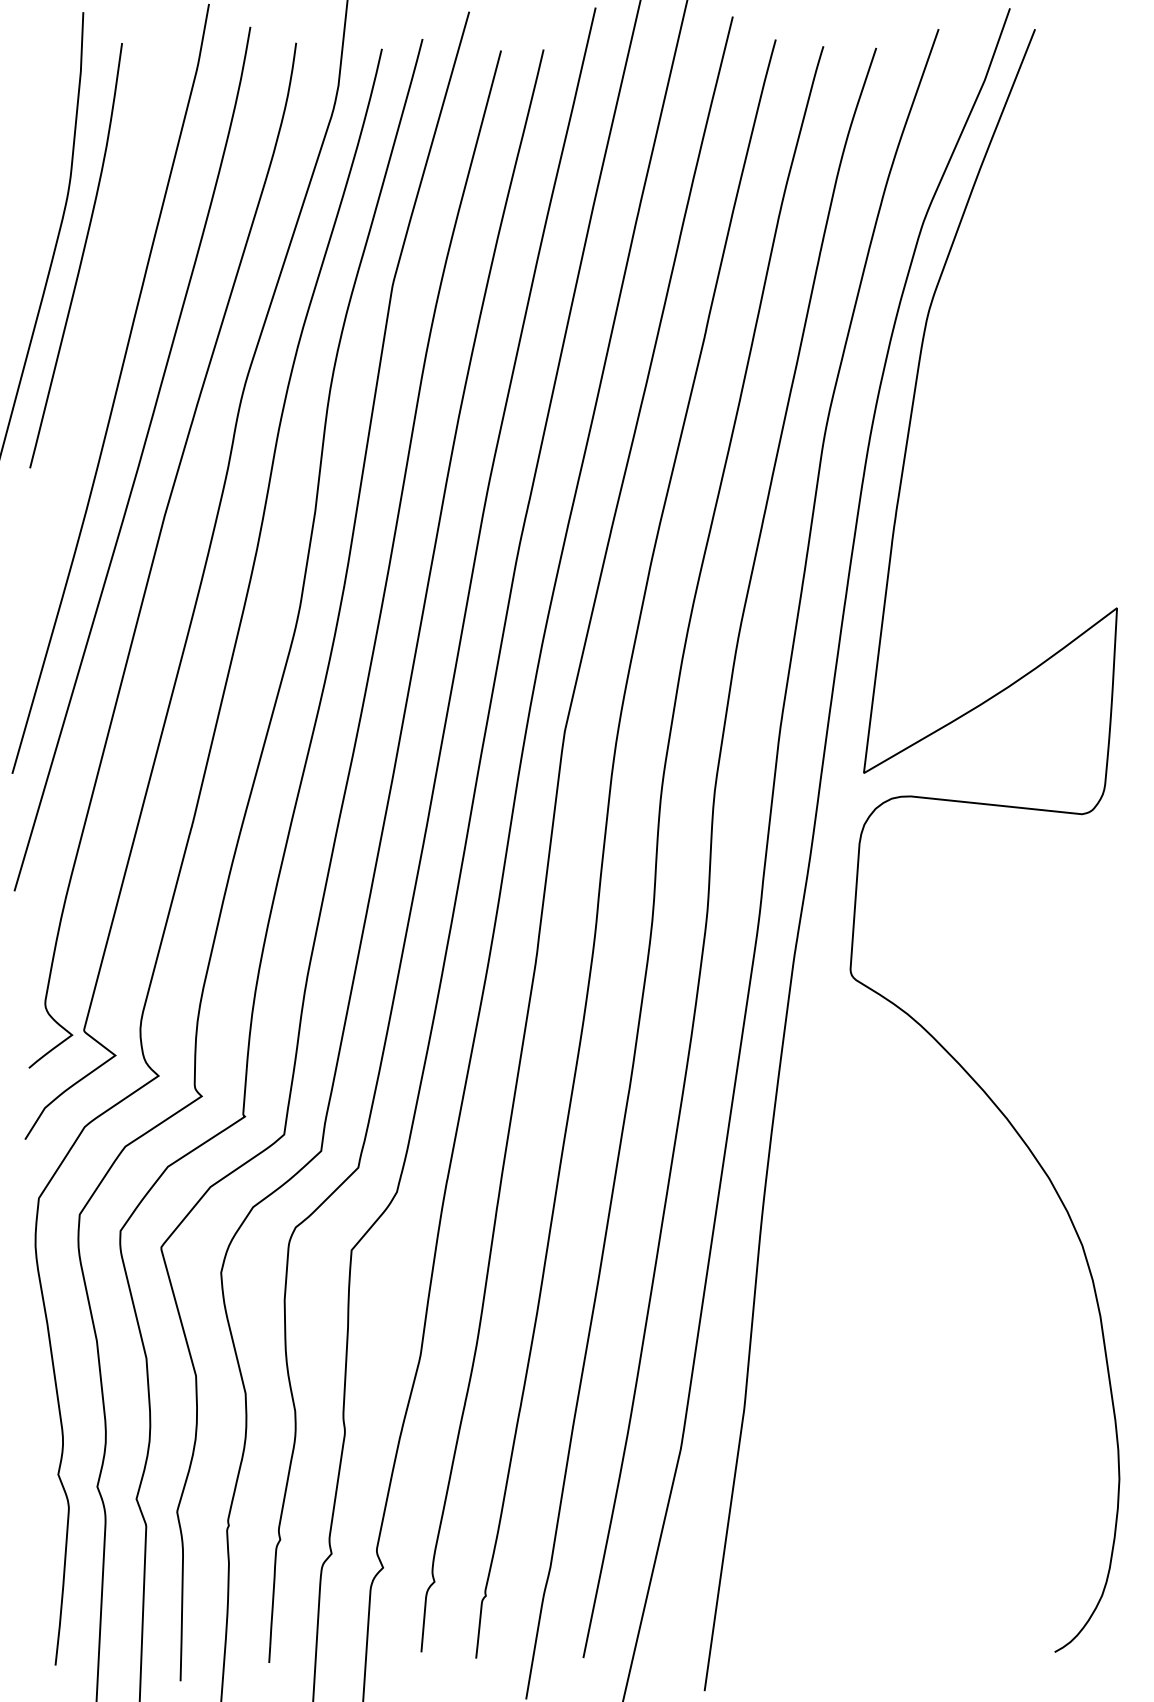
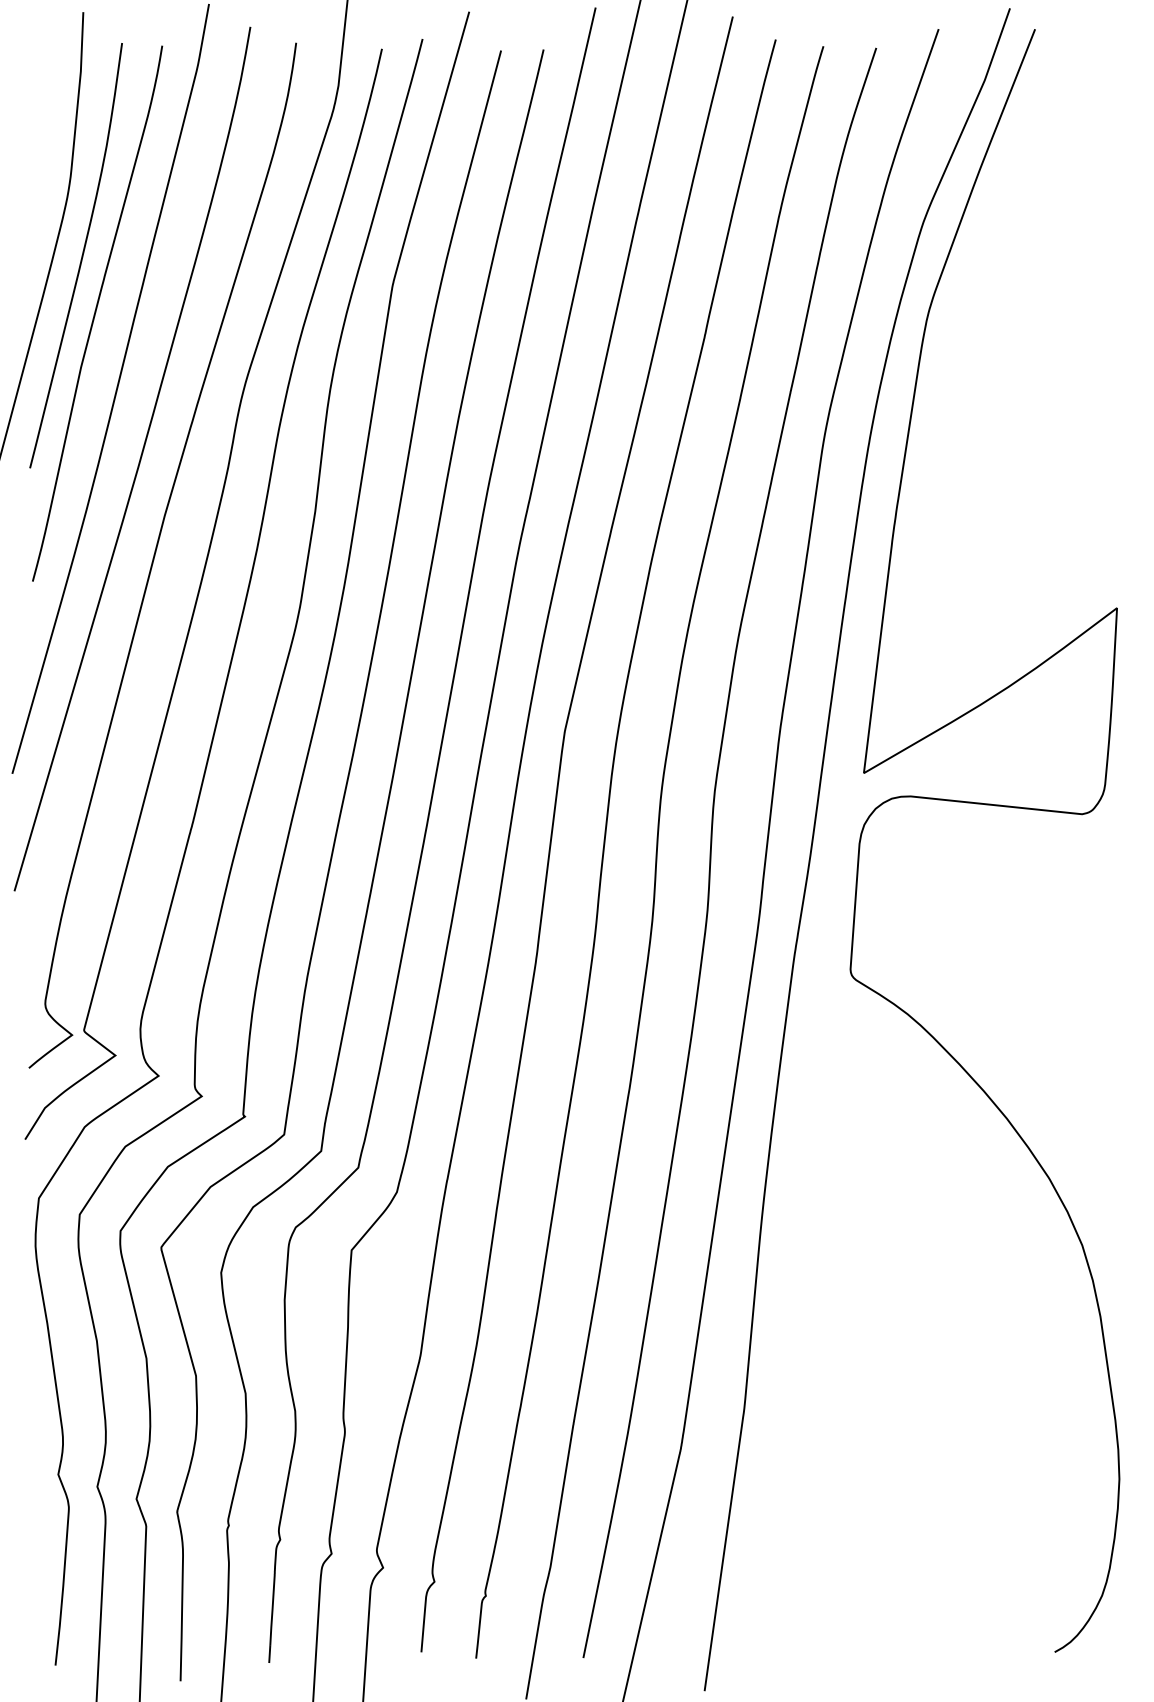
curve at (96, 312): none -> present
